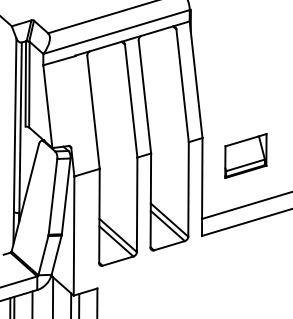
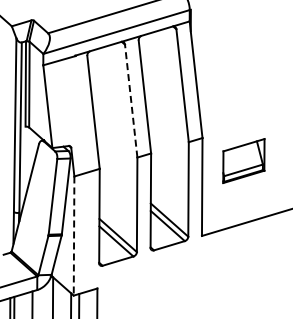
line at (131, 101): solid -> dashed
part at (245, 155) position: (245, 155) -> (243, 160)
line at (245, 205): present -> none
line at (74, 236): solid -> dashed
